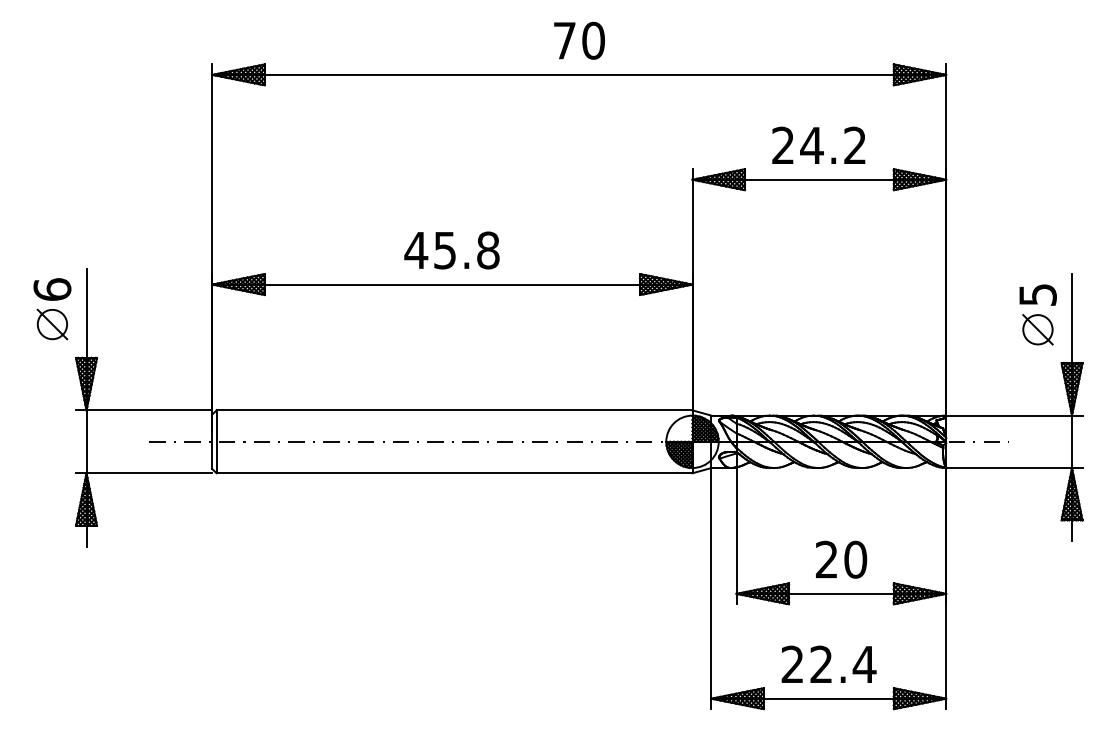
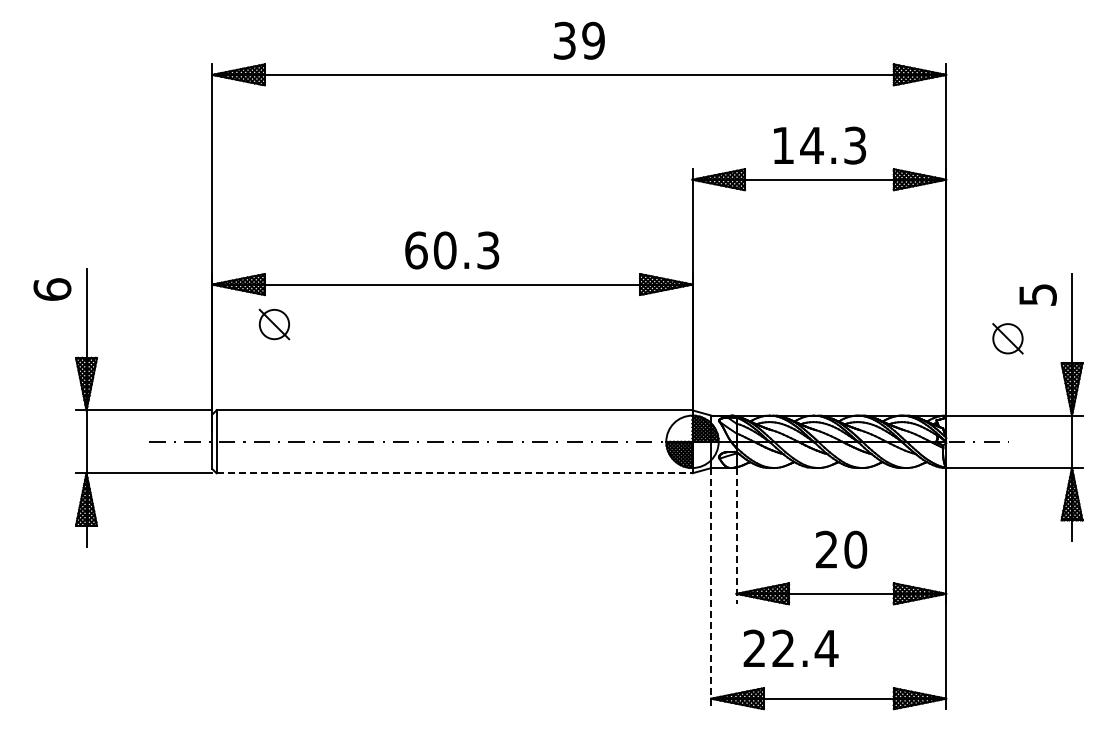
text at (579, 40): 70 -> 39
text at (819, 145): 24.2 -> 14.3
text at (451, 250): 45.8 -> 60.3
part at (52, 324) position: (52, 324) -> (274, 324)
part at (1037, 329) position: (1037, 329) -> (1007, 338)
line at (454, 473): solid -> dashed
line at (736, 536): solid -> dashed
text at (841, 559) position: (841, 559) -> (841, 549)
line at (711, 588): solid -> dashed
text at (828, 663) position: (828, 663) -> (790, 647)
